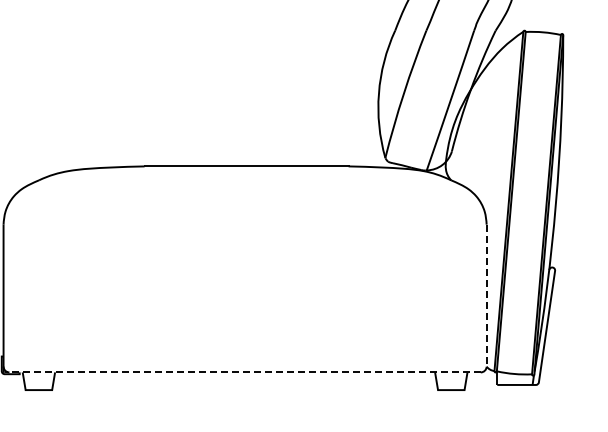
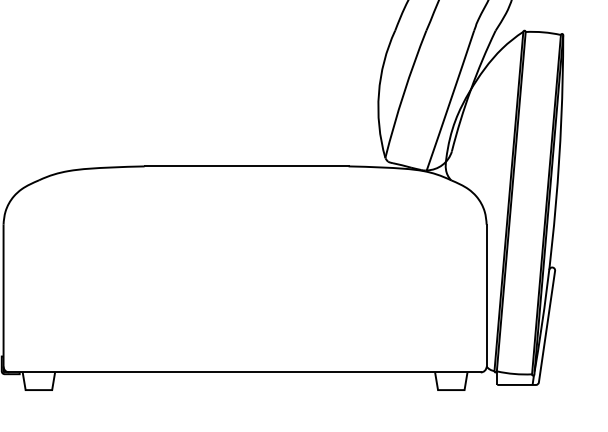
line at (486, 296): dashed -> solid
line at (242, 372): dashed -> solid
